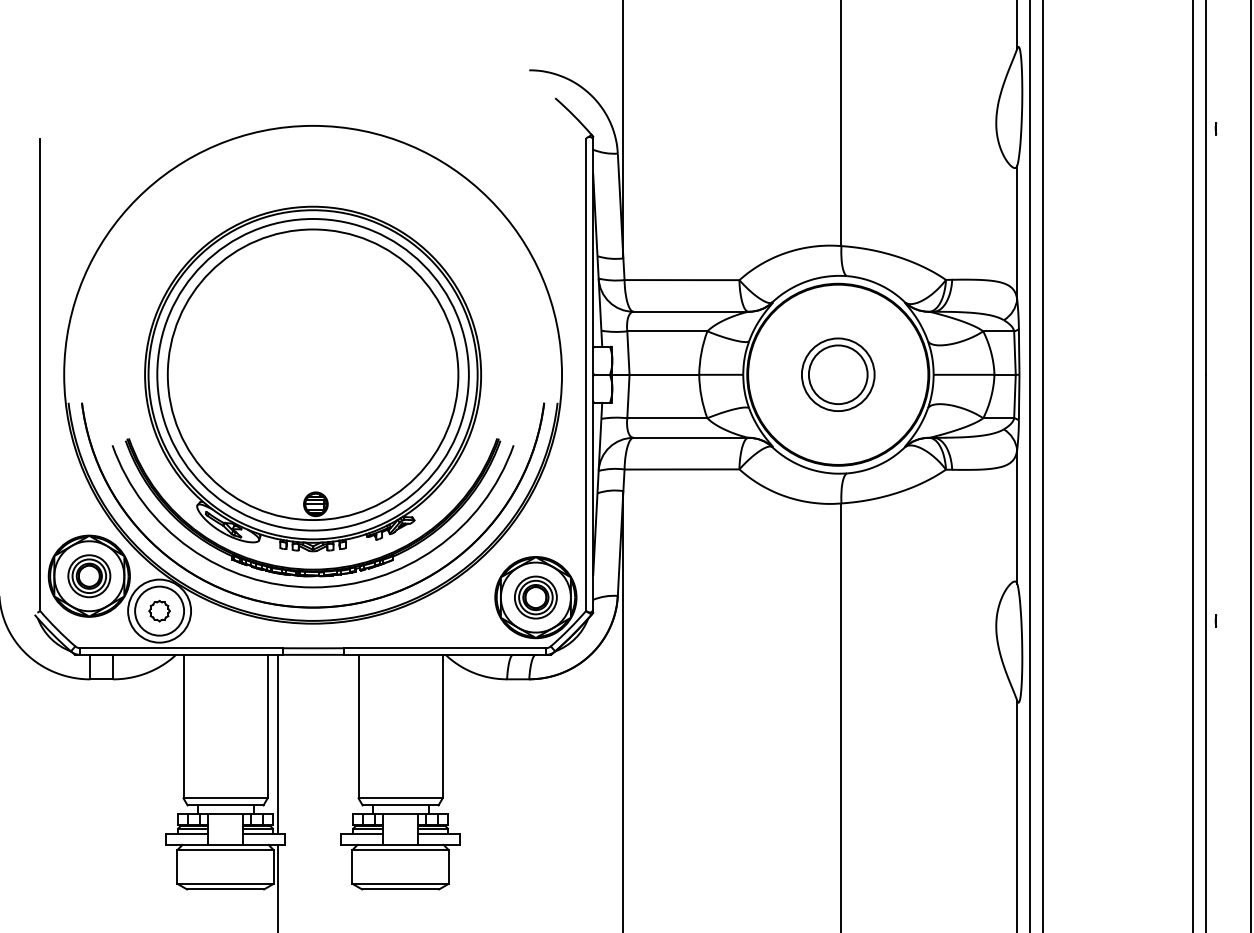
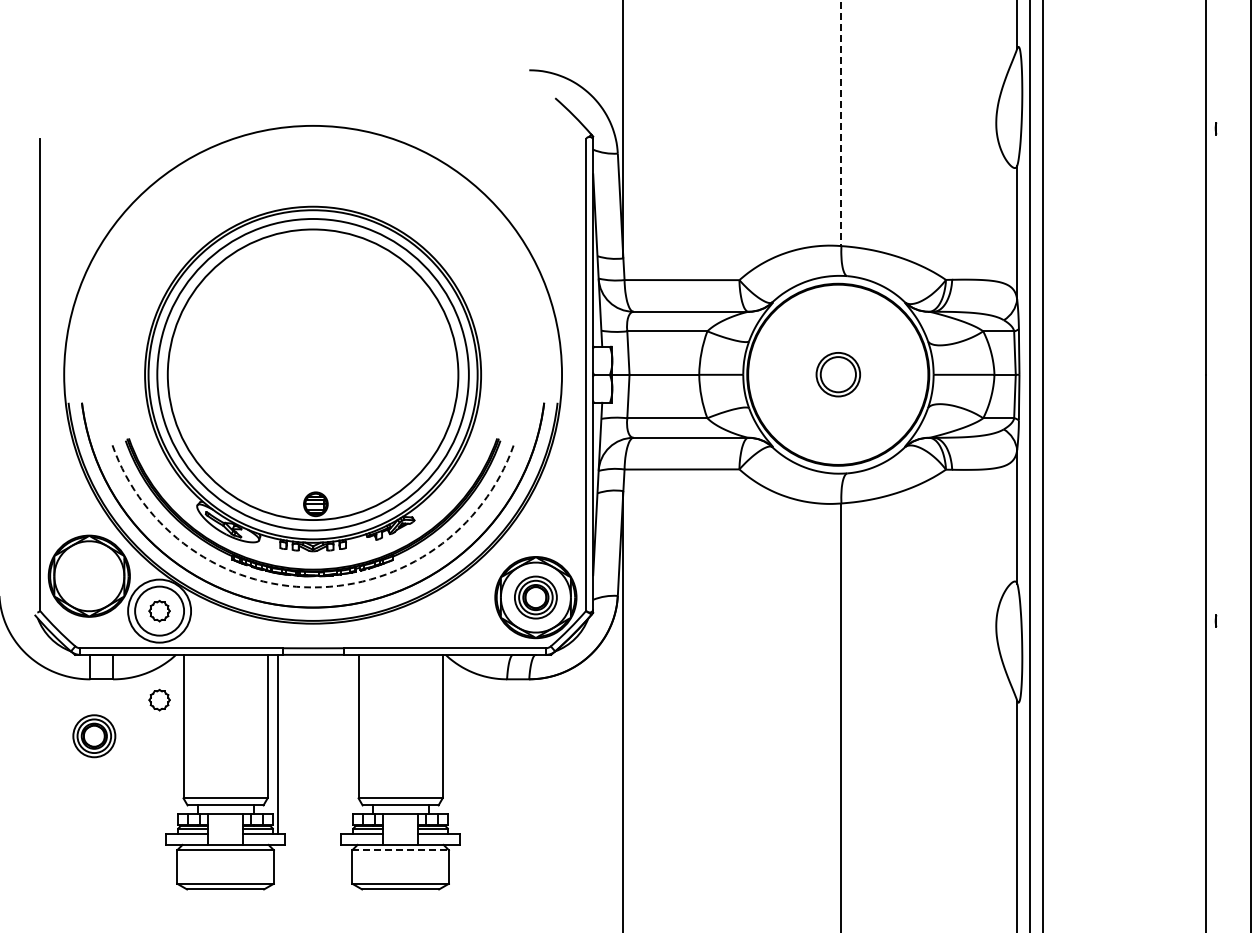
line at (841, 123): solid -> dashed
part at (838, 374) size: 75x75 px -> 47x46 px
line at (1193, 465): present -> none
part at (89, 576) position: (89, 576) -> (94, 736)
arc at (313, 587): solid -> dashed
part at (159, 699): none -> present
line at (401, 850): solid -> dashed
line at (278, 886): present -> none
